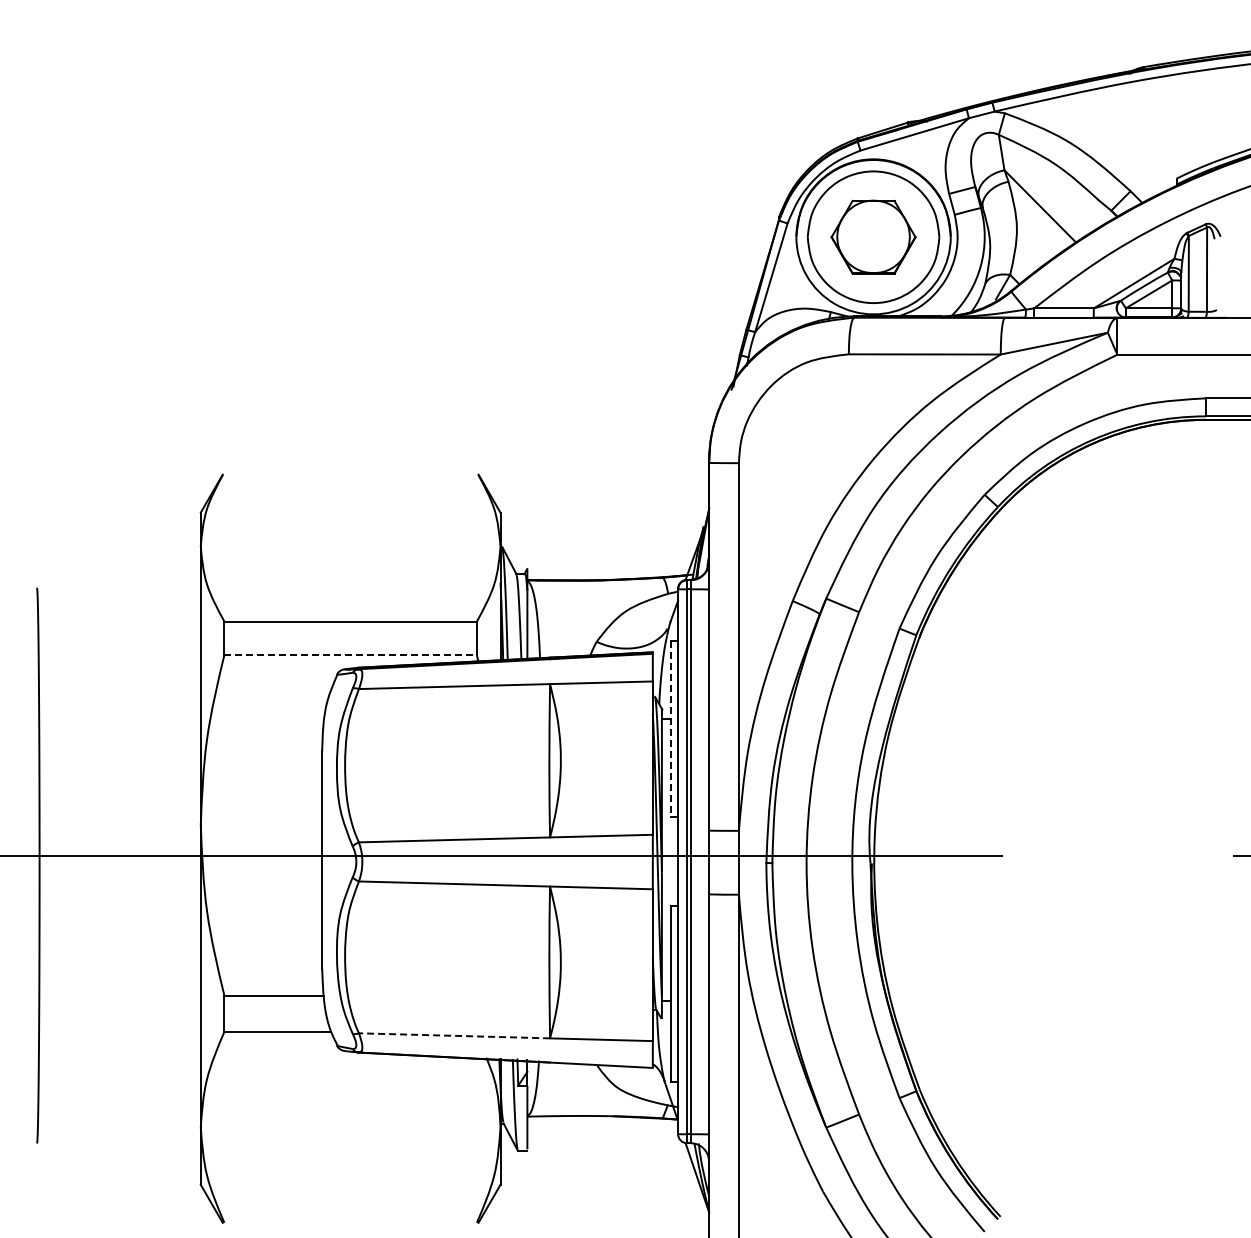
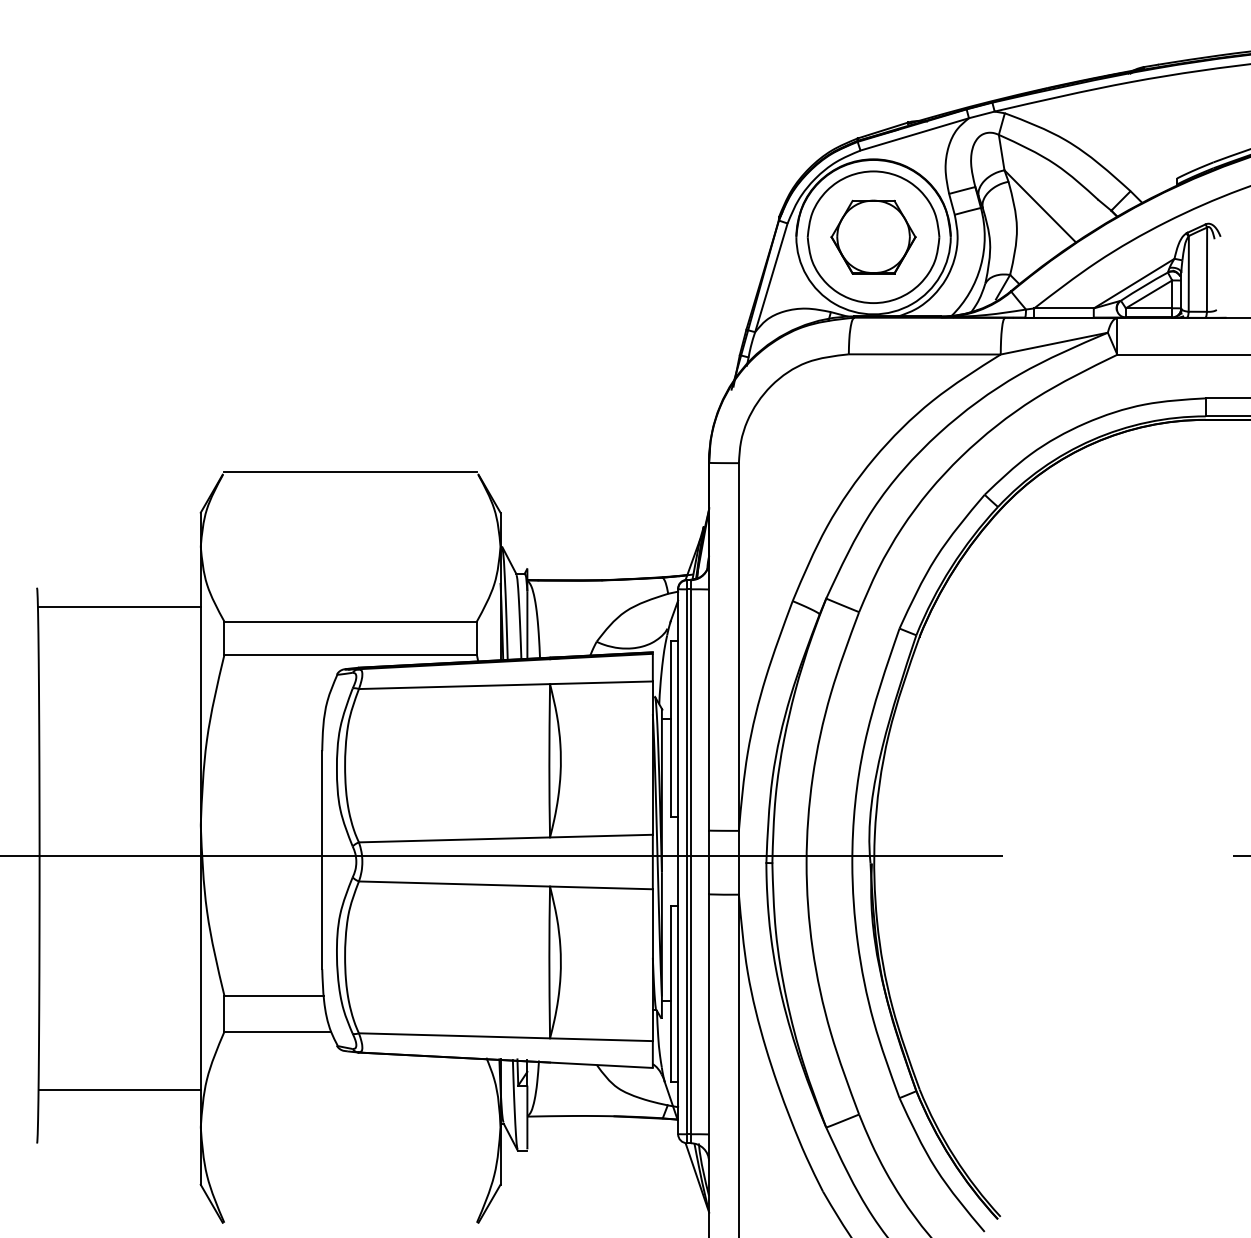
line at (350, 471): none -> present
line at (118, 607): none -> present
line at (351, 655): dashed -> solid
line at (670, 729): dashed -> solid
line at (454, 1035): dashed -> solid
line at (119, 1090): none -> present
